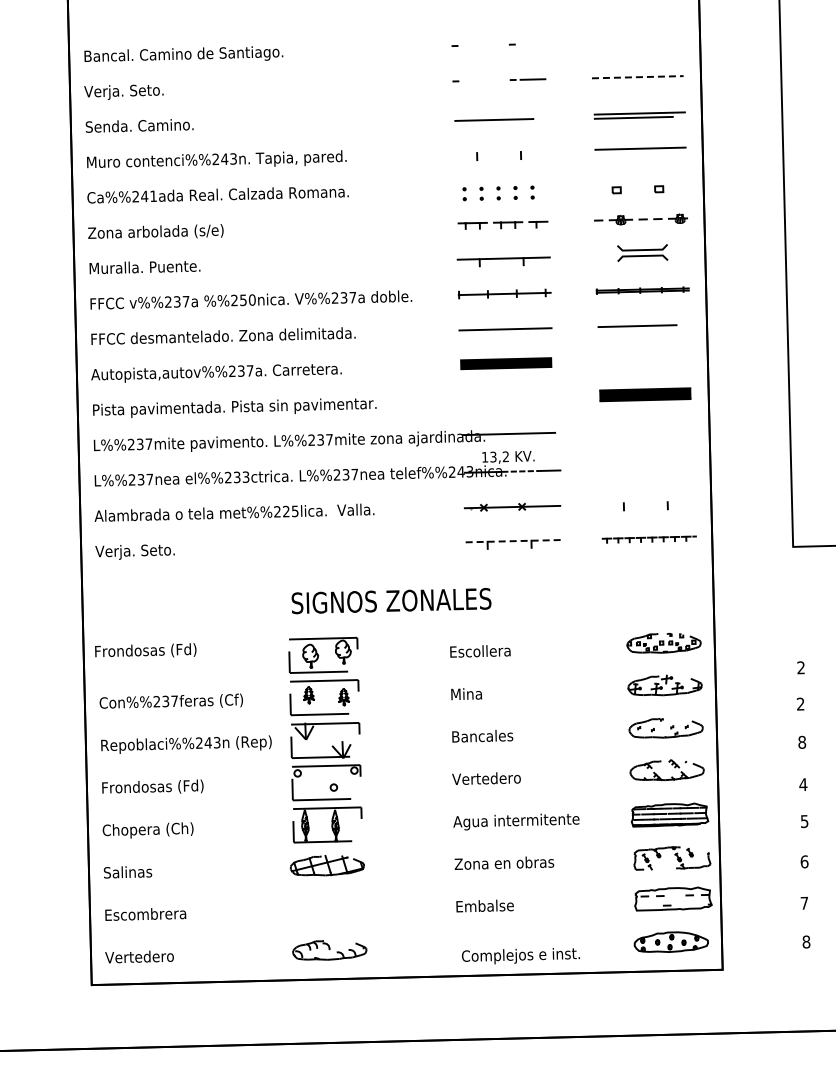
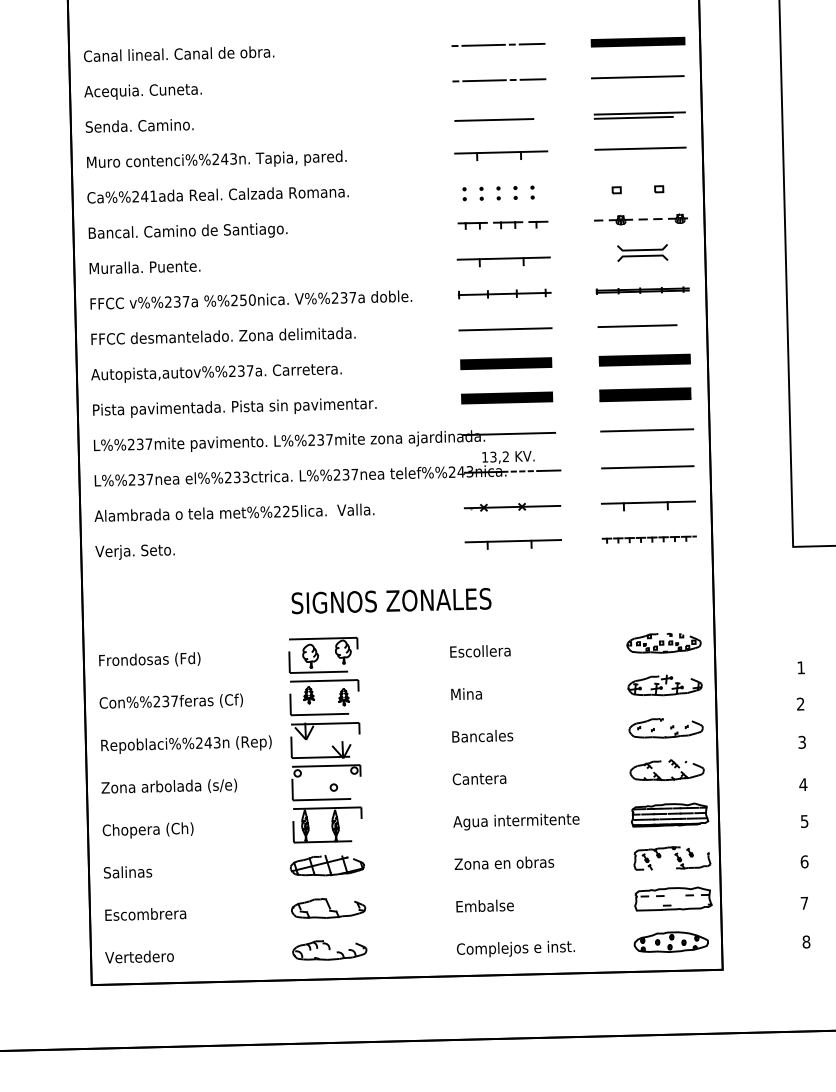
fill at (637, 41): none -> present
line at (531, 43): none -> present
line at (483, 44): none -> present
text at (183, 54): Bancal. Camino de Santiago. -> Canal lineal. Canal de obra.
line at (637, 77): dashed -> solid
line at (484, 80): none -> present
text at (142, 91): Verja. Seto. -> Acequia. Cuneta.
line at (501, 152): none -> present
text at (187, 230): Zona arbolada (s/e) -> Bancal. Camino de Santiago.
fill at (644, 359): none -> present
fill at (507, 397): none -> present
line at (647, 430): none -> present
line at (647, 467): none -> present
line at (648, 502): none -> present
line at (513, 541): dashed -> solid
text at (145, 650) position: (145, 650) -> (149, 659)
text at (800, 667): 2 -> 1
text at (802, 742): 8 -> 3
text at (486, 778): Vertedero -> Cantera
text at (169, 785): Frondosas (Fd) -> Zona arbolada (s/e)
part at (328, 908): none -> present
text at (520, 956) position: (520, 956) -> (515, 949)
